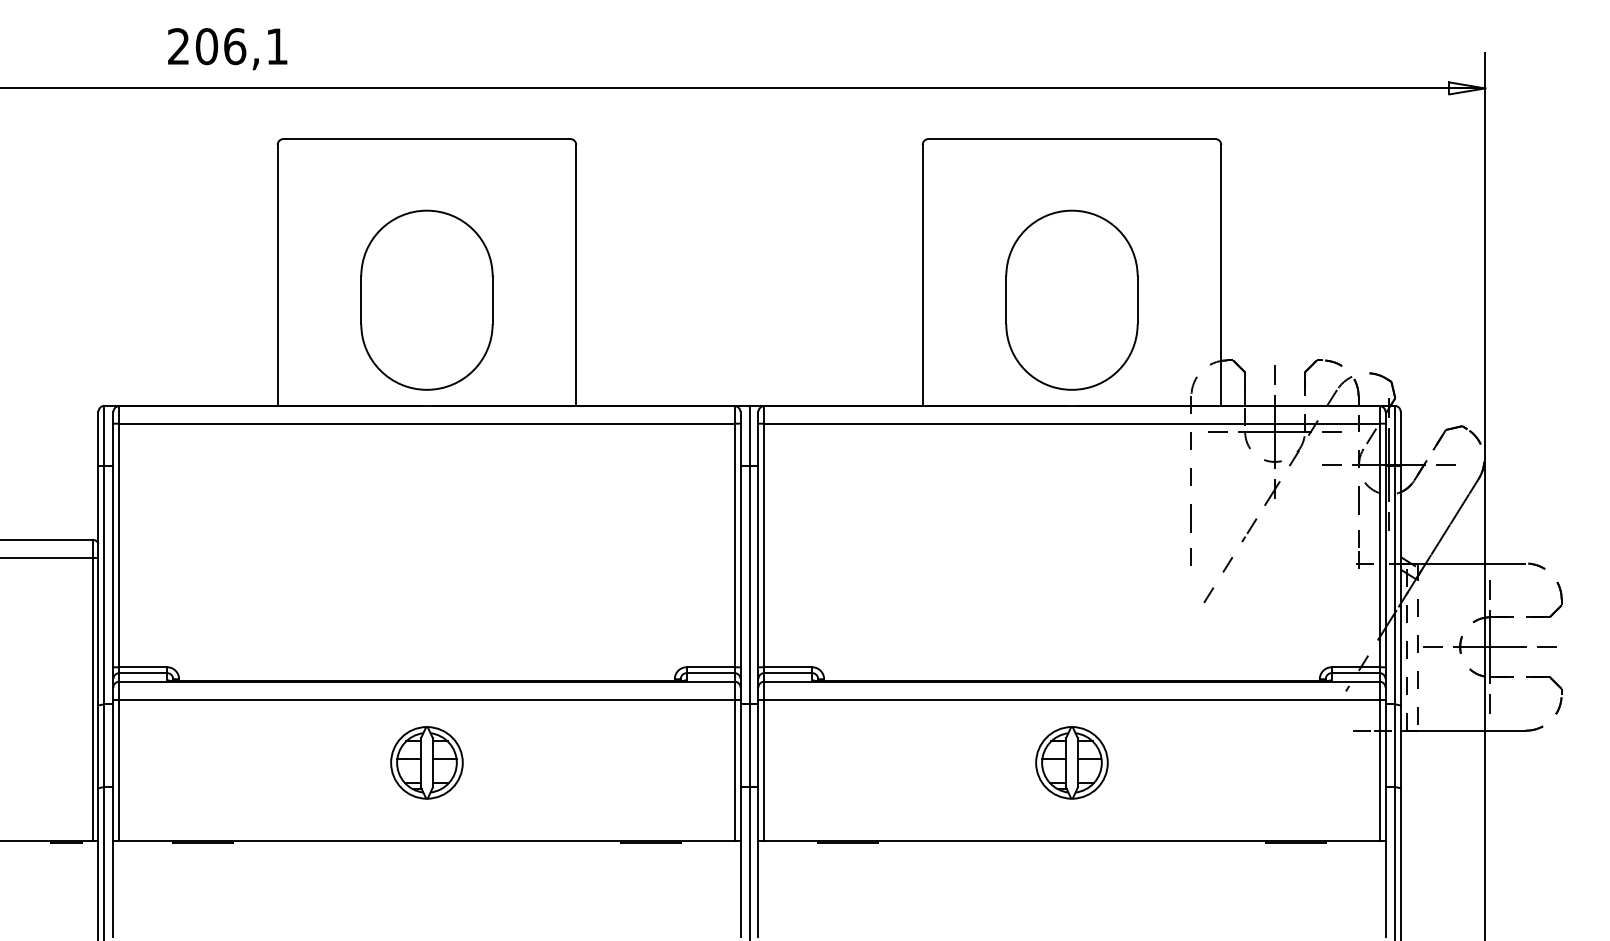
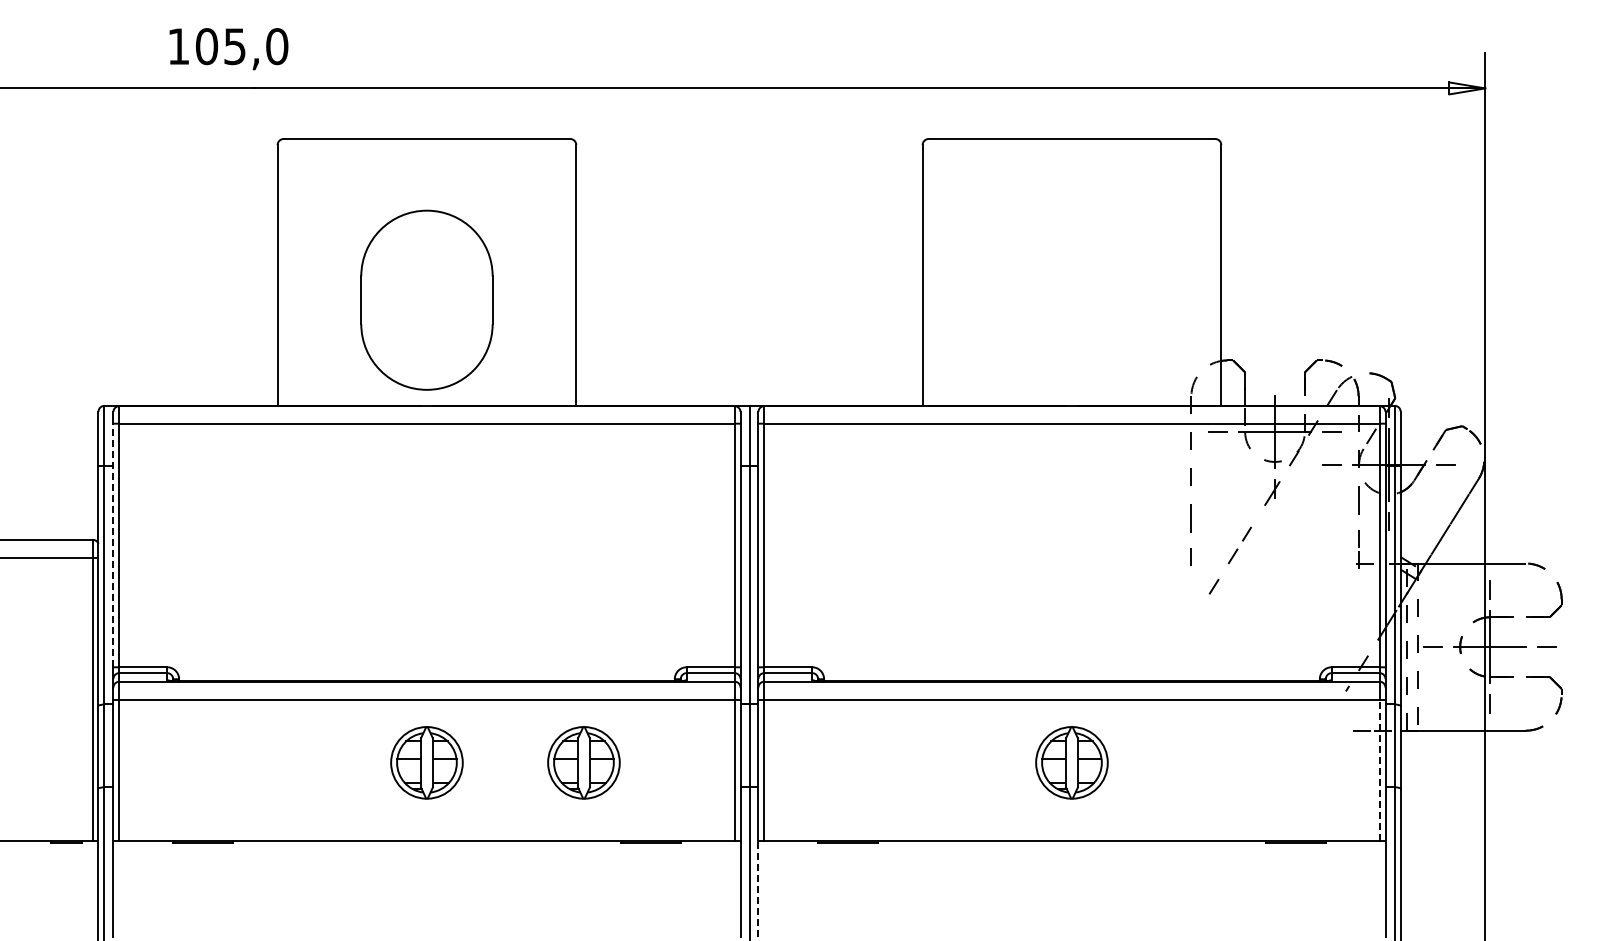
text at (228, 46): 206,1 -> 105,0
part at (1071, 299): present -> none
line at (1274, 374): present -> none
line at (113, 545): solid -> dashed
part at (1230, 560) size: 55x85 px -> 44x69 px
part at (583, 762): none -> present
line at (1379, 769): solid -> dashed
line at (758, 888): solid -> dashed
